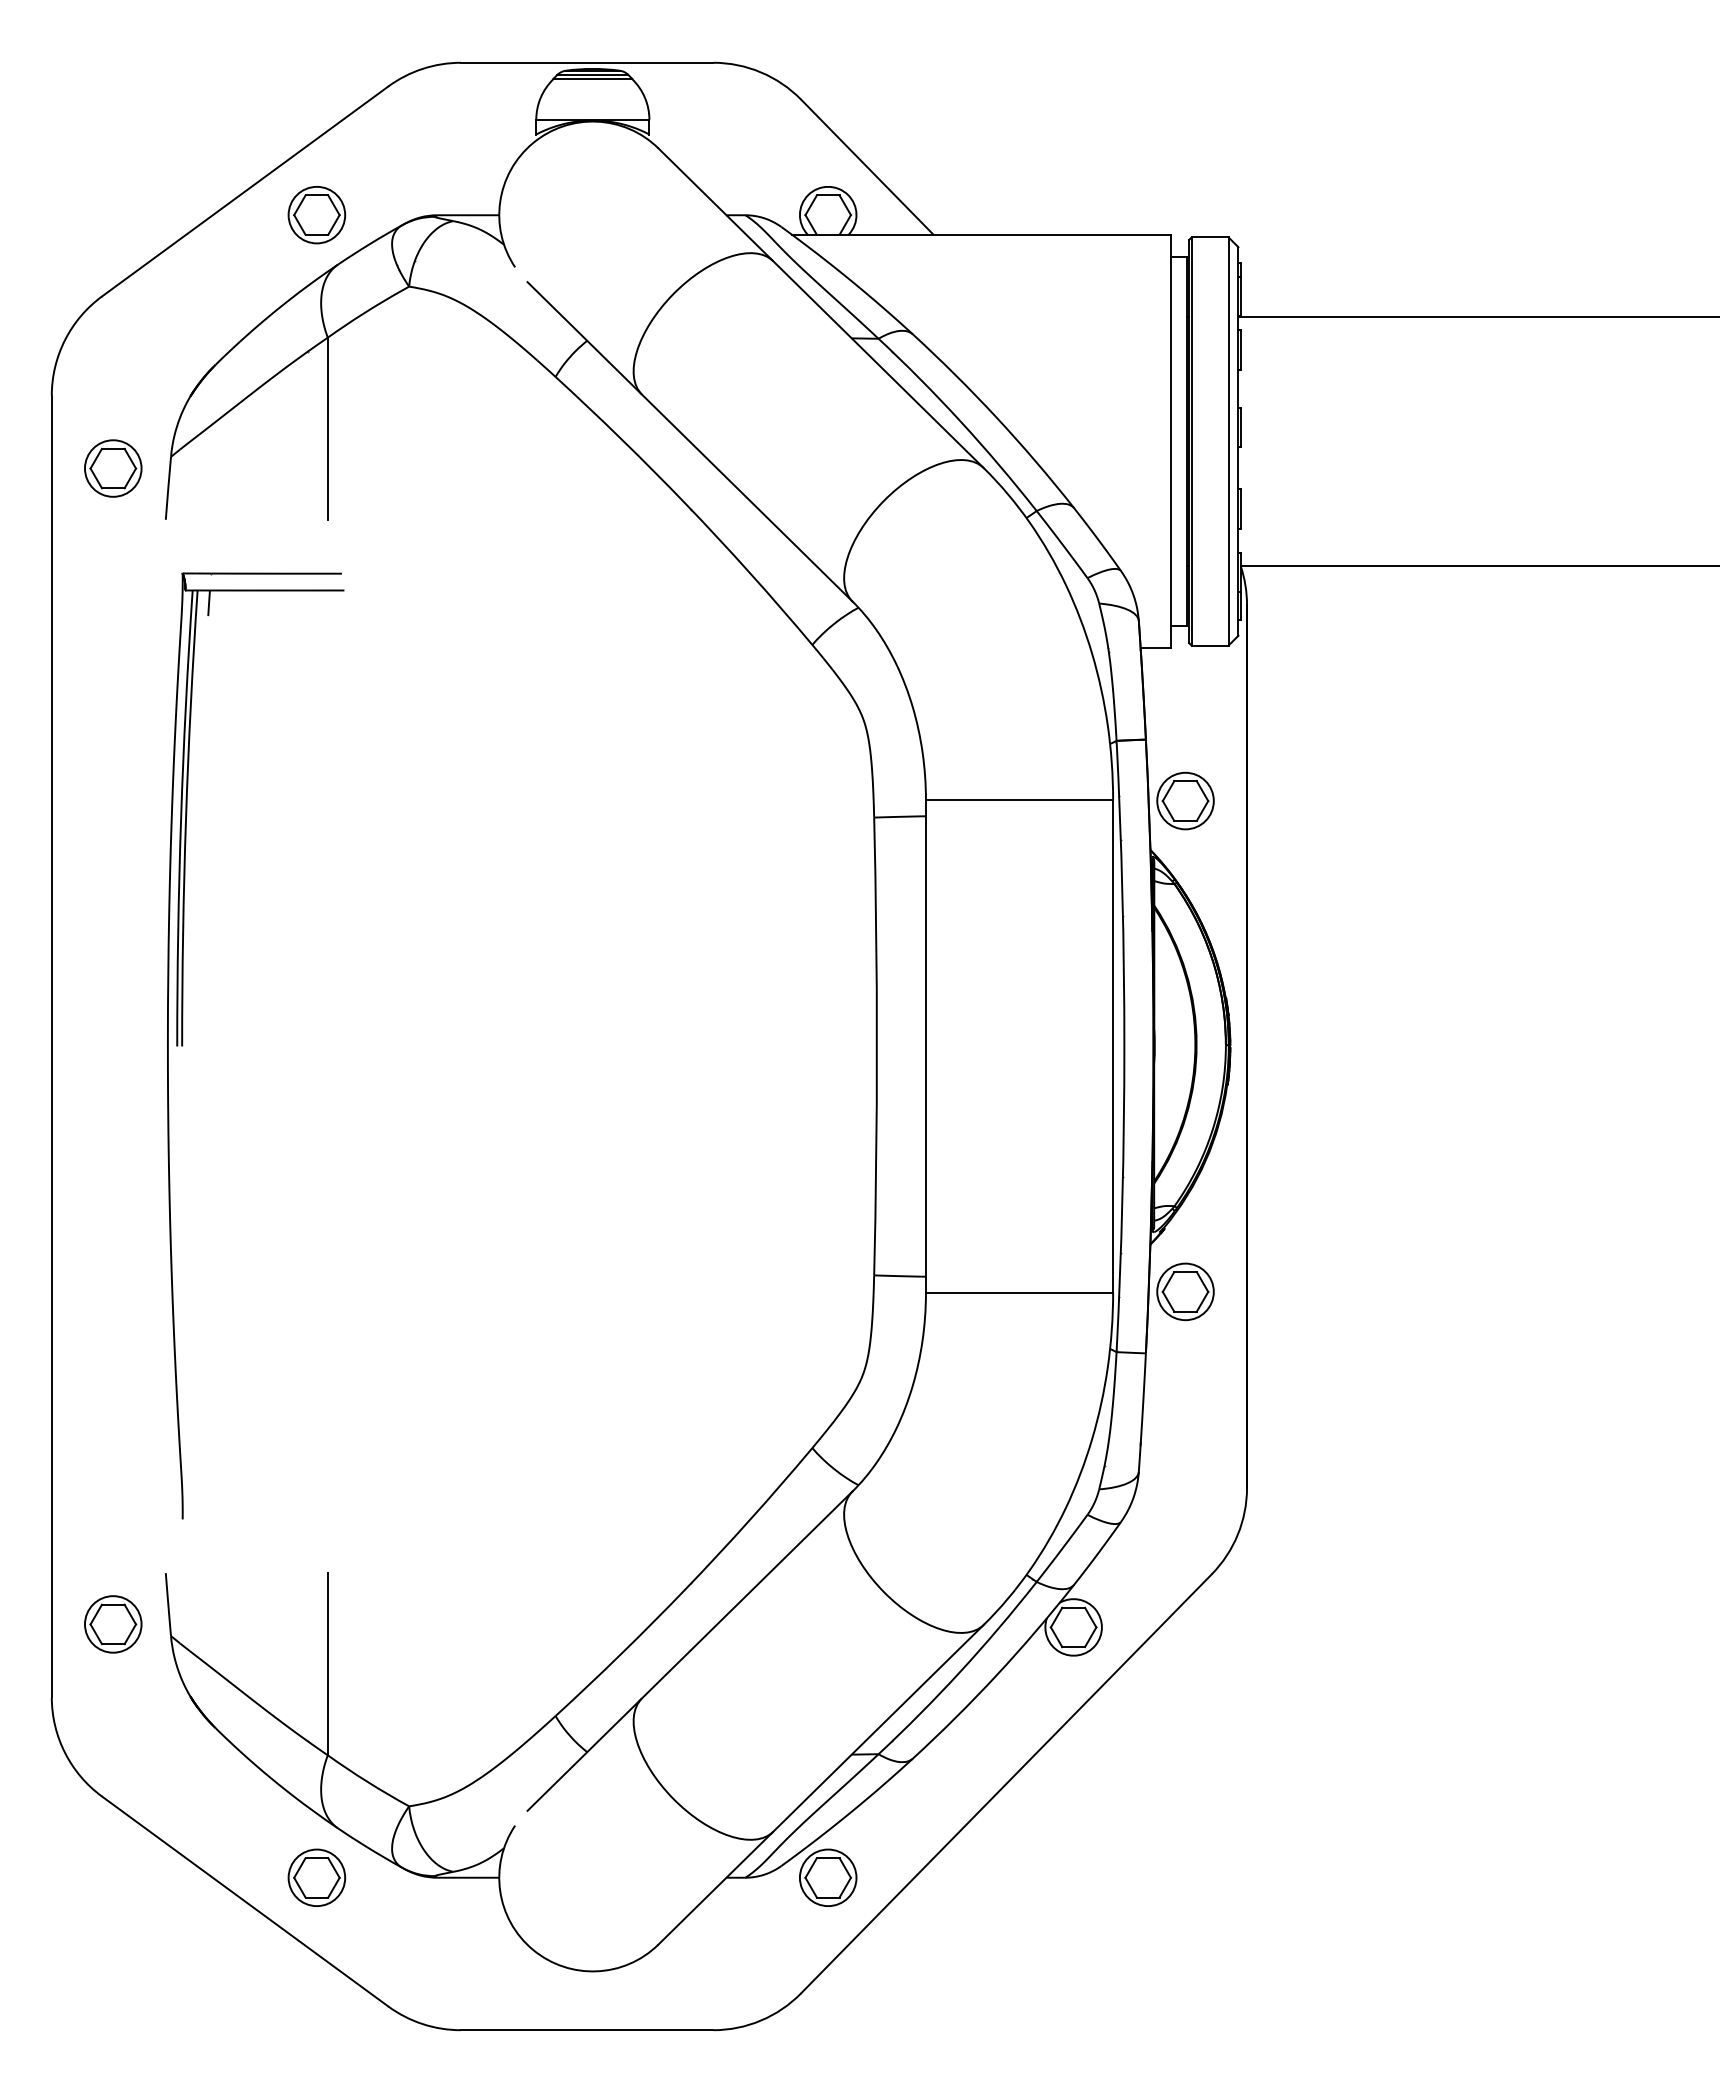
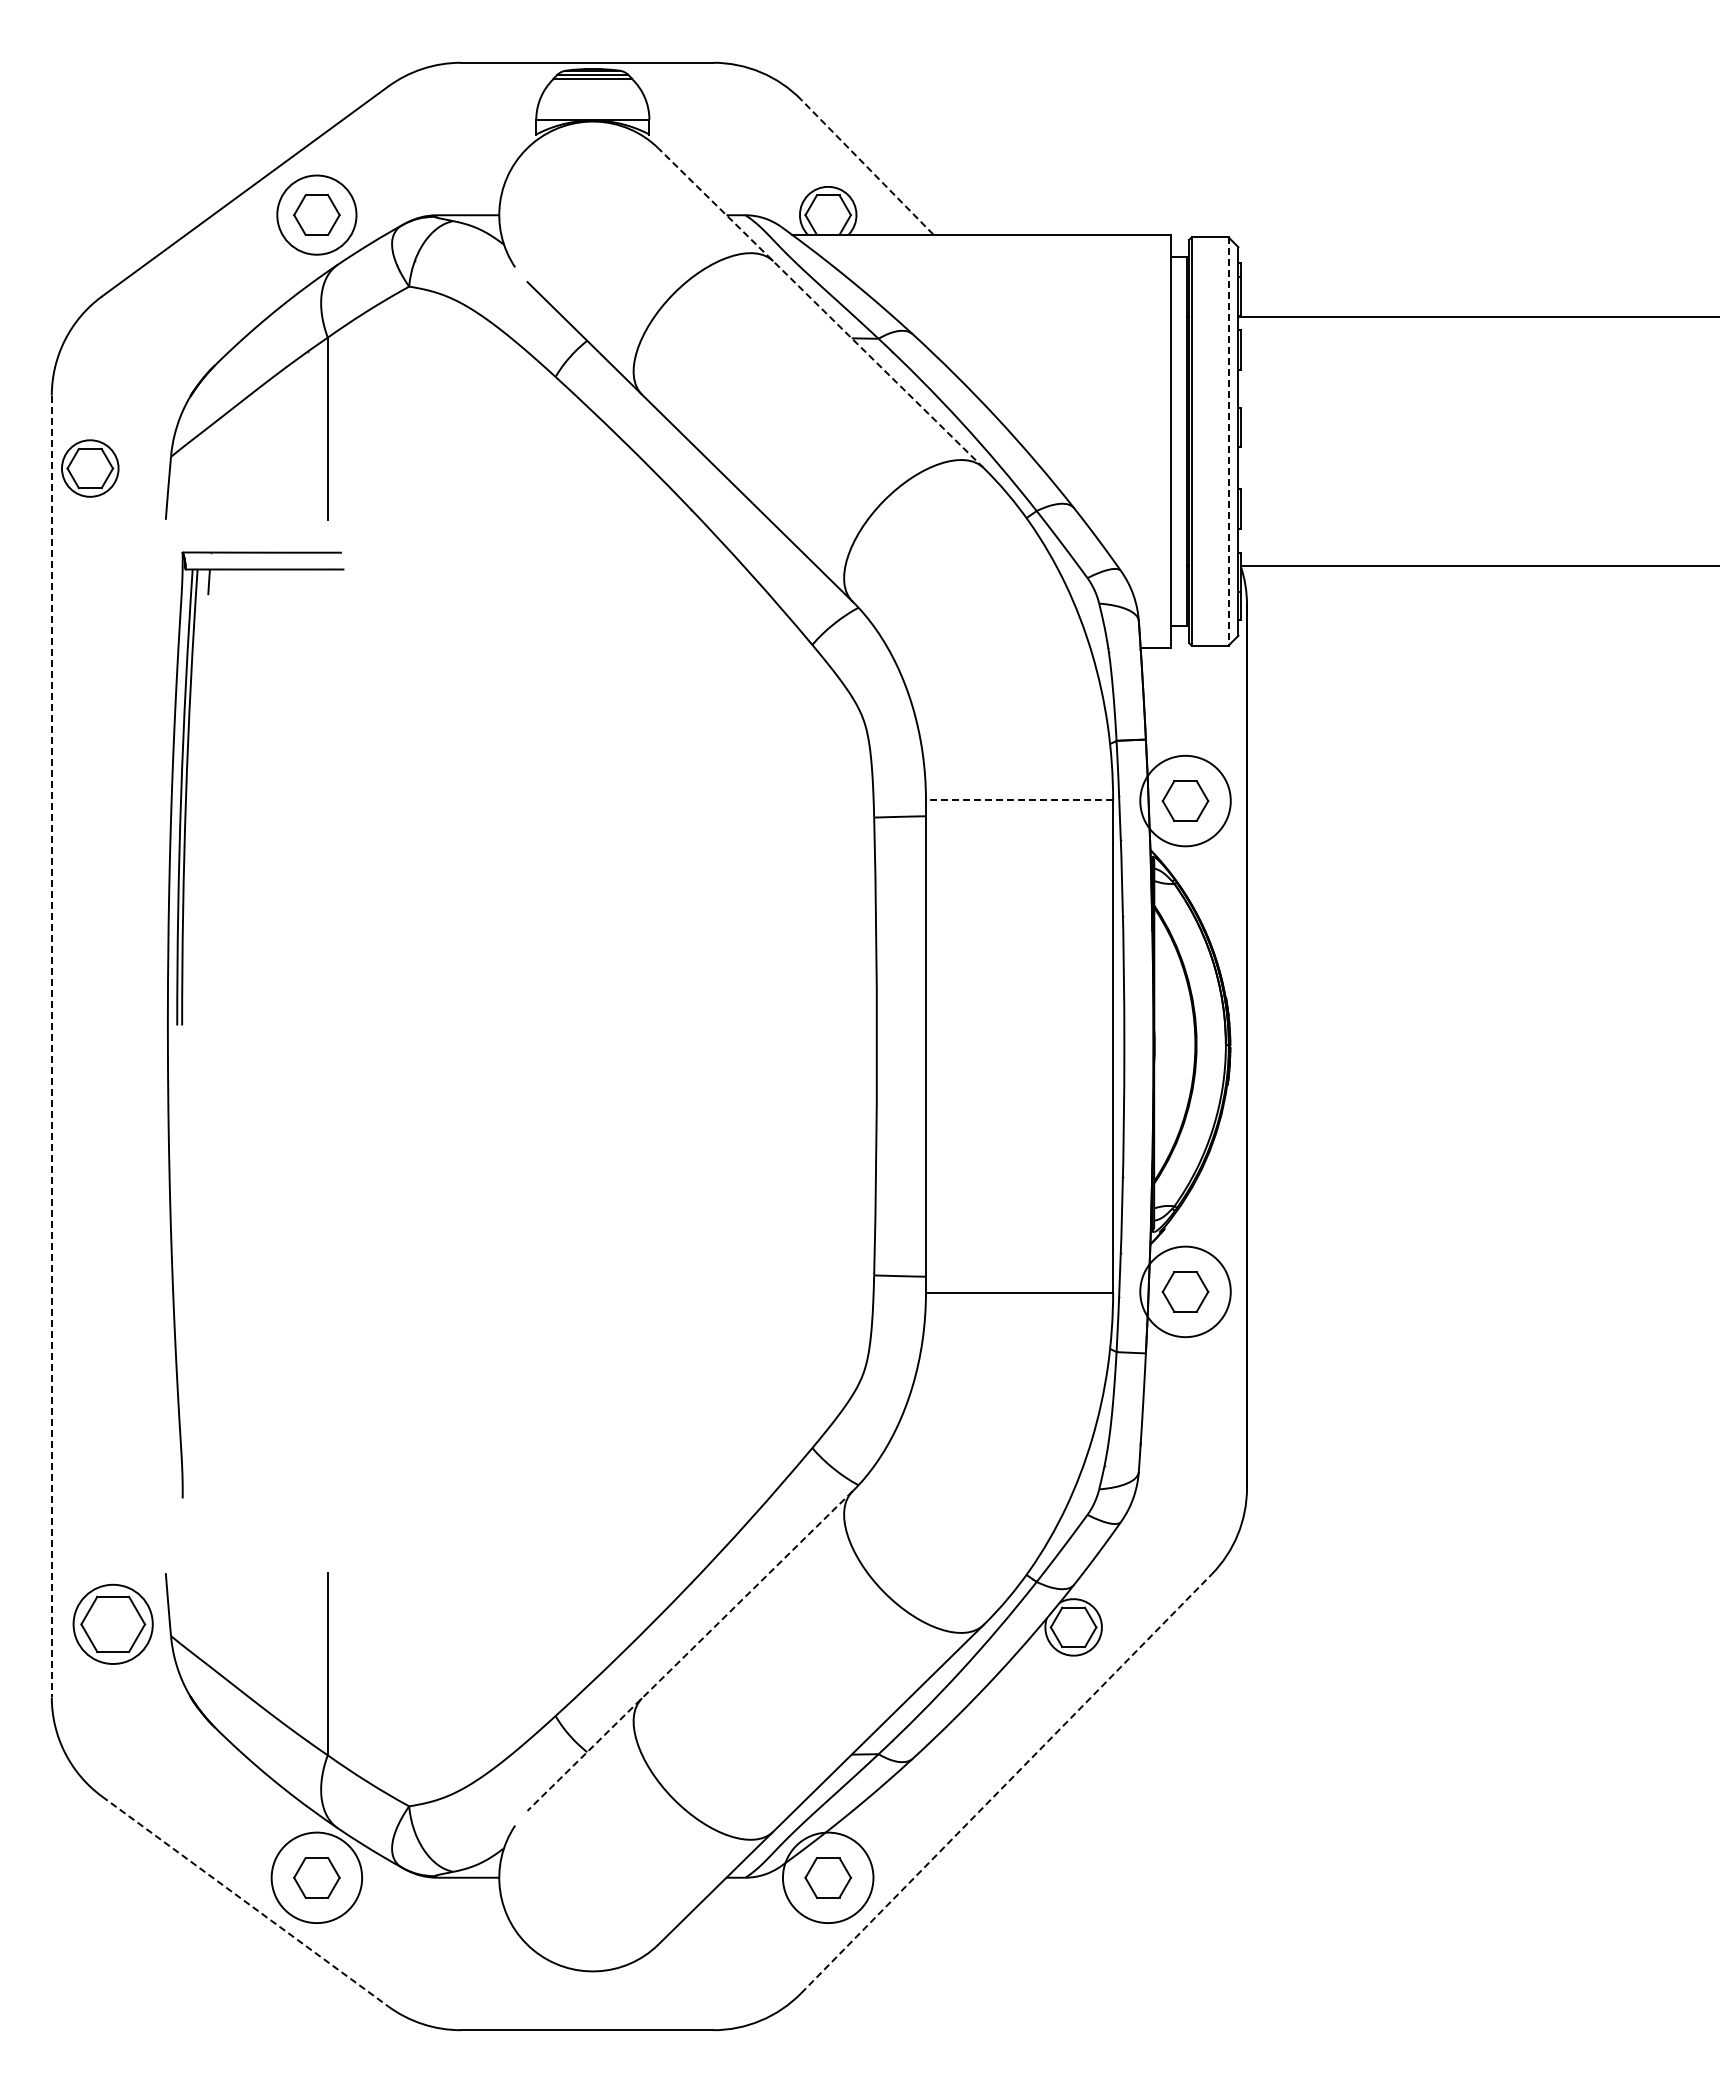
line at (866, 166): solid -> dashed
circle at (316, 214) diameter: 57 px -> 79 px
line at (820, 307): solid -> dashed
line at (1228, 442): solid -> dashed
part at (113, 468) position: (113, 468) -> (90, 468)
line at (1019, 800): solid -> dashed
circle at (1185, 800) diameter: 57 px -> 91 px
part at (183, 1045) position: (183, 1045) -> (183, 1024)
line at (51, 1046): solid -> dashed
circle at (1185, 1291) diameter: 57 px -> 91 px
part at (113, 1624) size: 59x59 px -> 82x82 px
line at (690, 1651): solid -> dashed
line at (1006, 1783): solid -> dashed
circle at (316, 1877) diameter: 57 px -> 91 px
circle at (827, 1877) diameter: 57 px -> 91 px
line at (245, 1901): solid -> dashed
